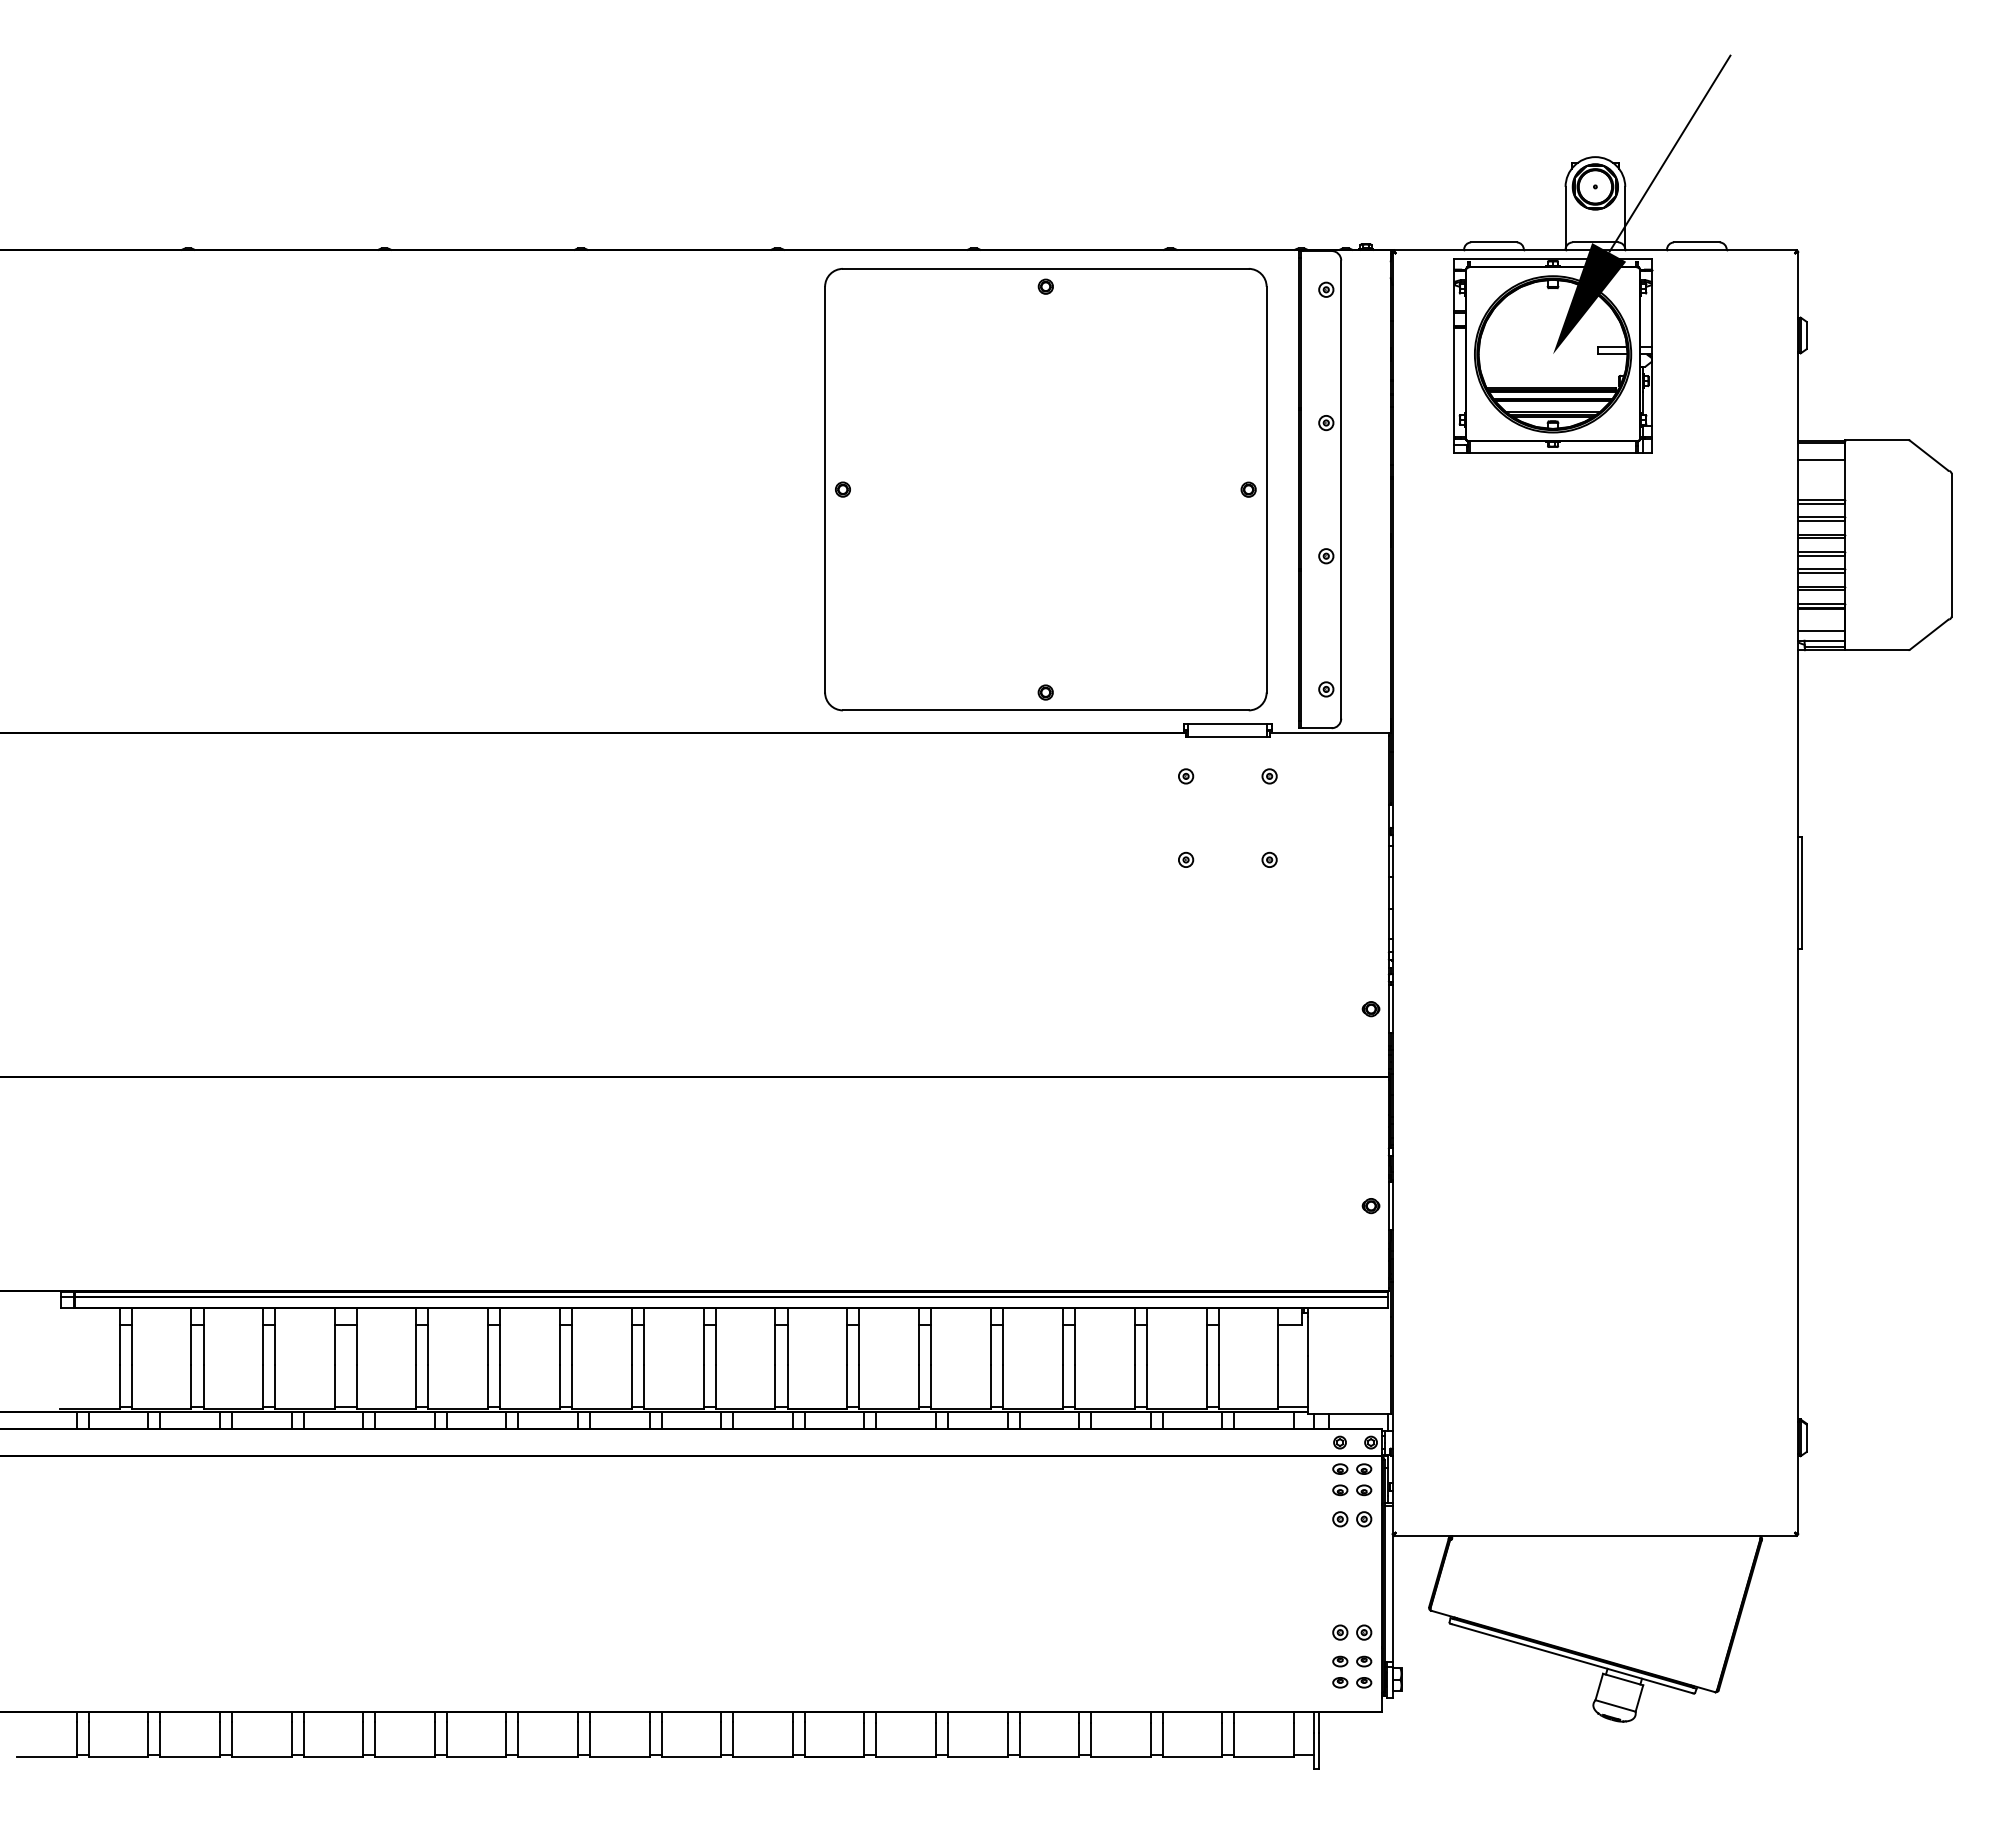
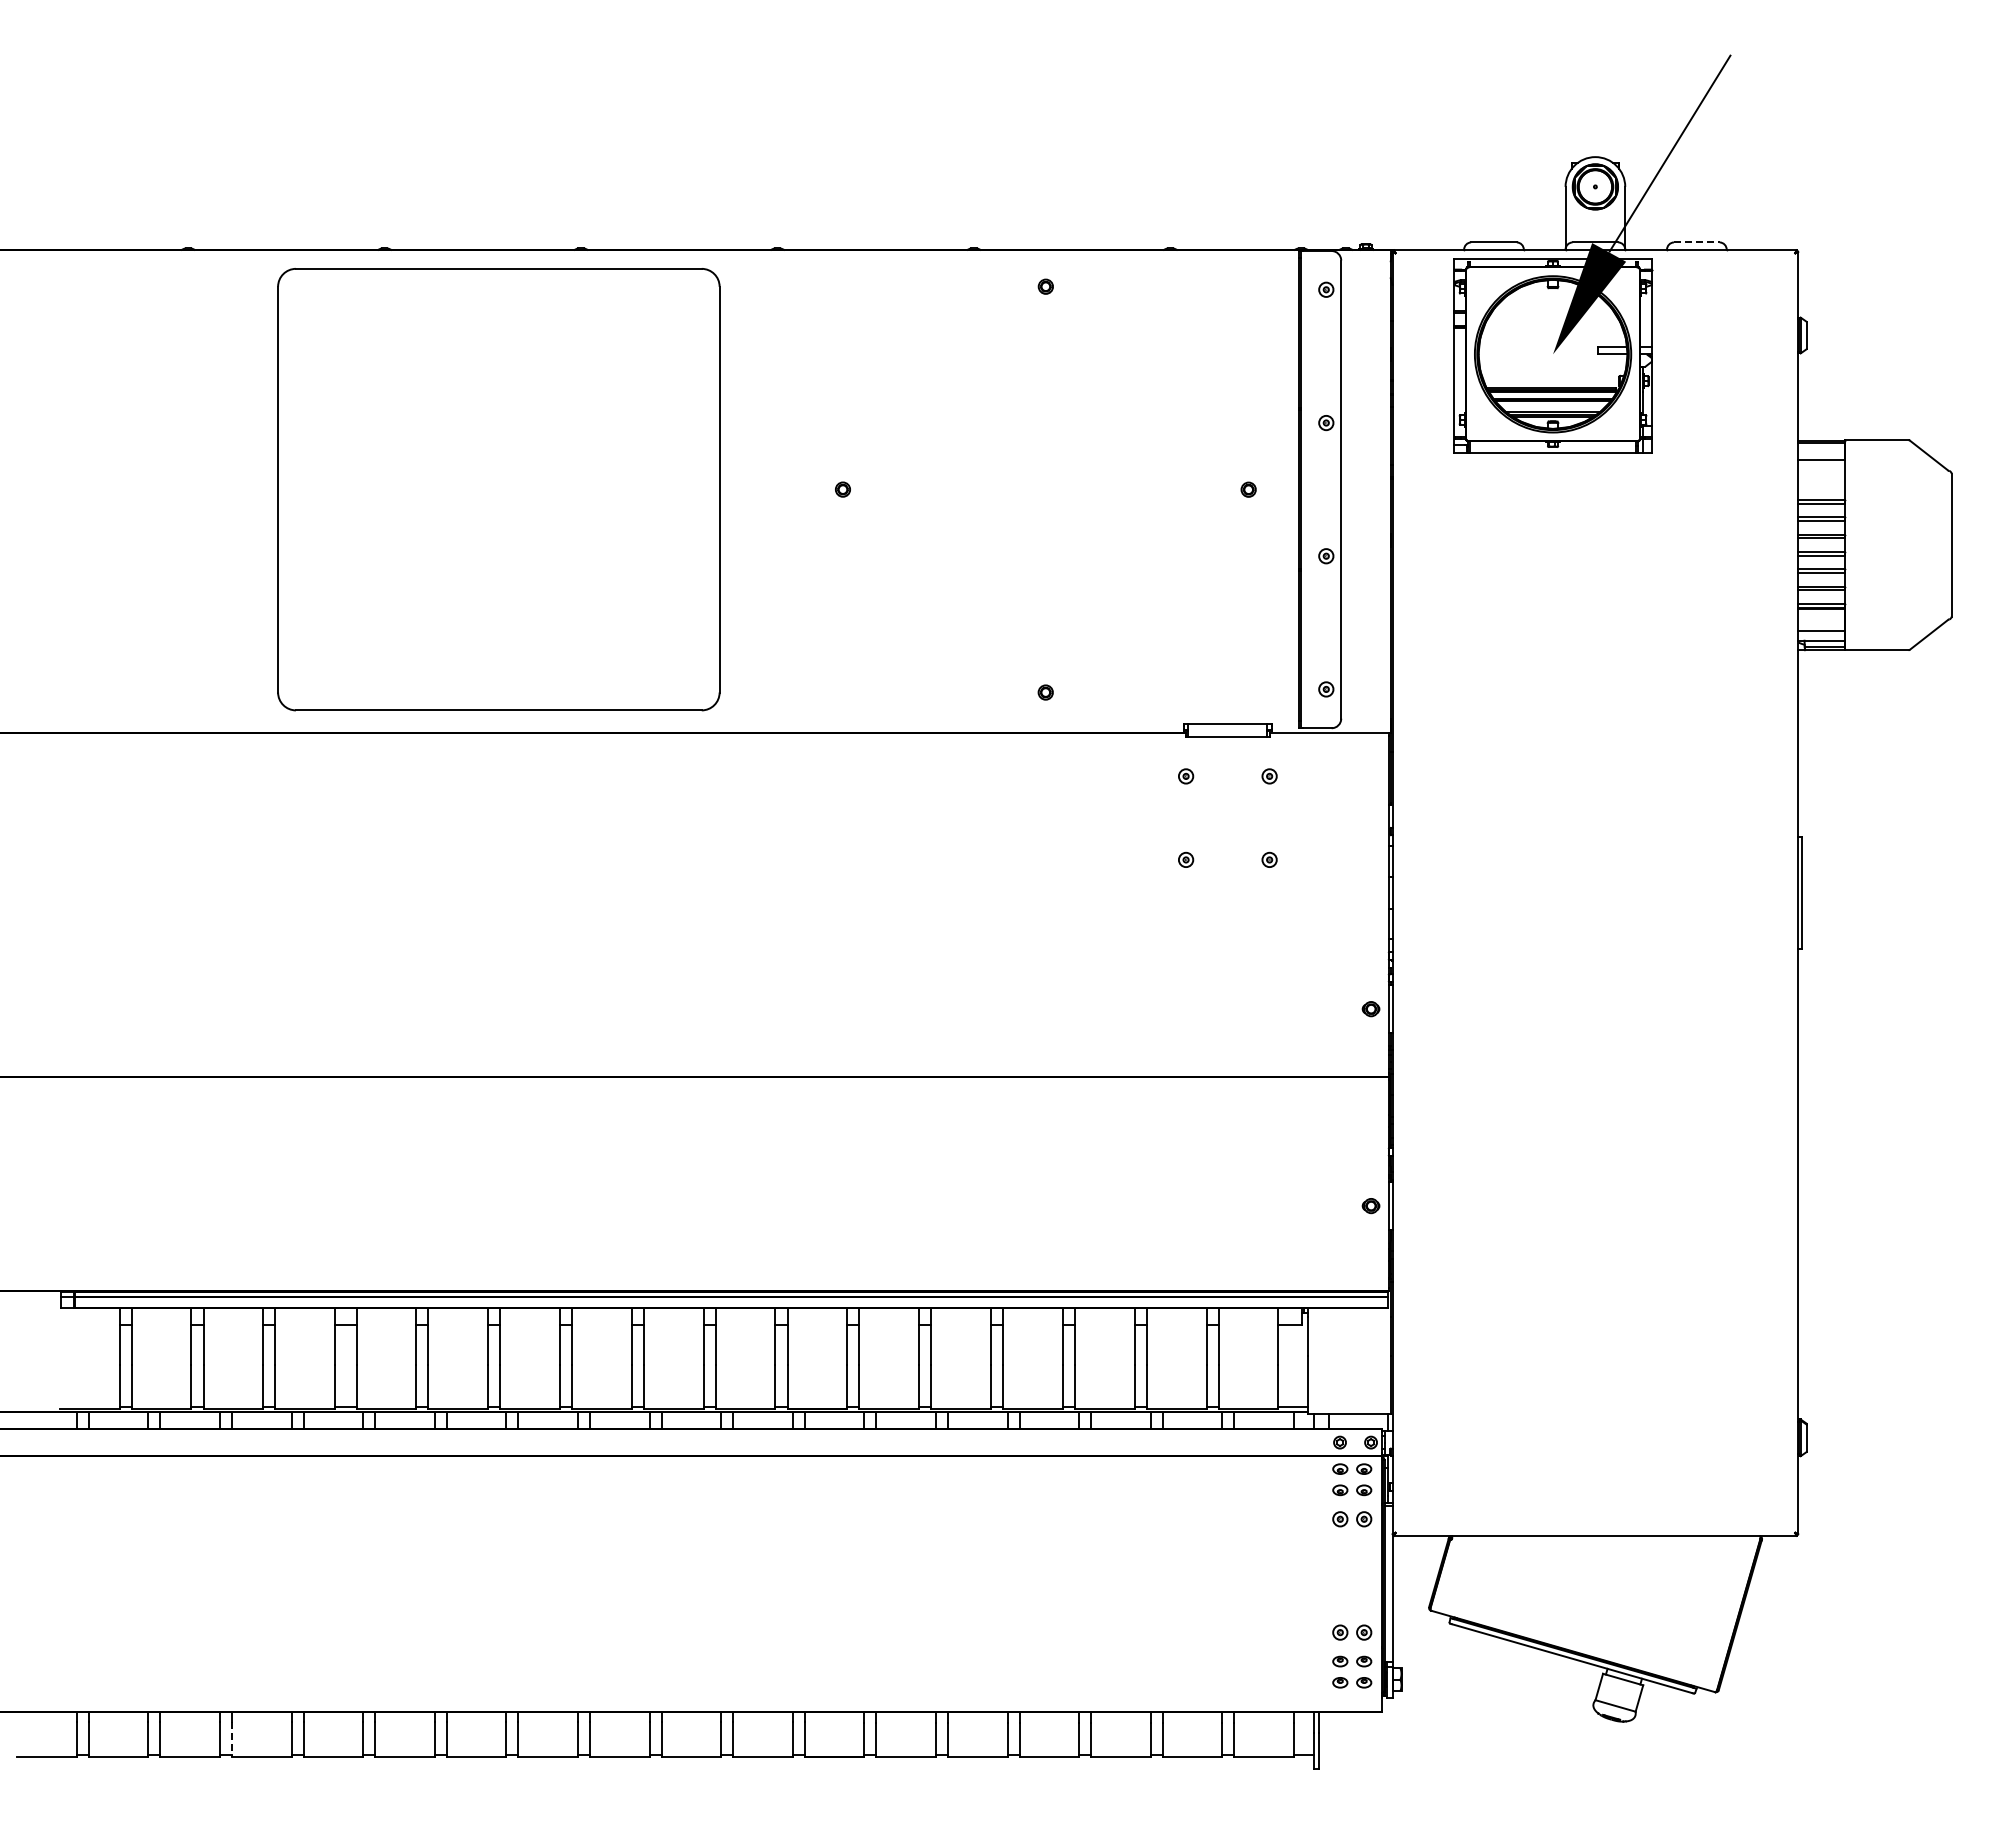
line at (1696, 242): solid -> dashed
part at (1045, 489) position: (1045, 489) -> (498, 489)
line at (231, 1740): solid -> dashed
